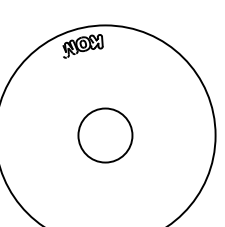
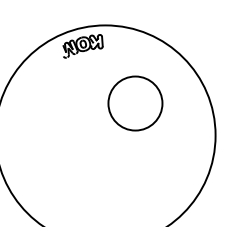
circle at (105, 135) position: (105, 135) -> (135, 103)
